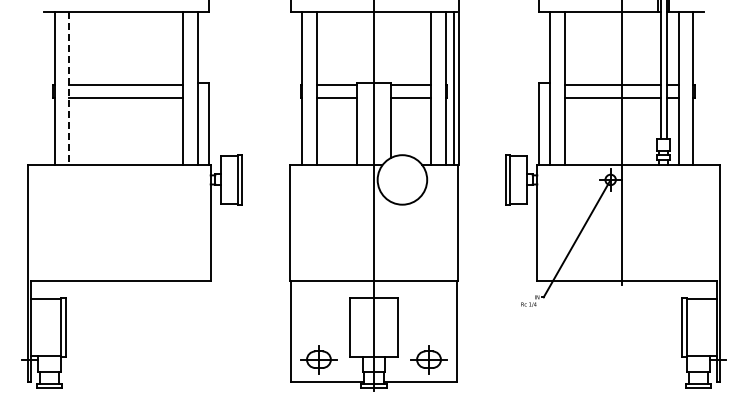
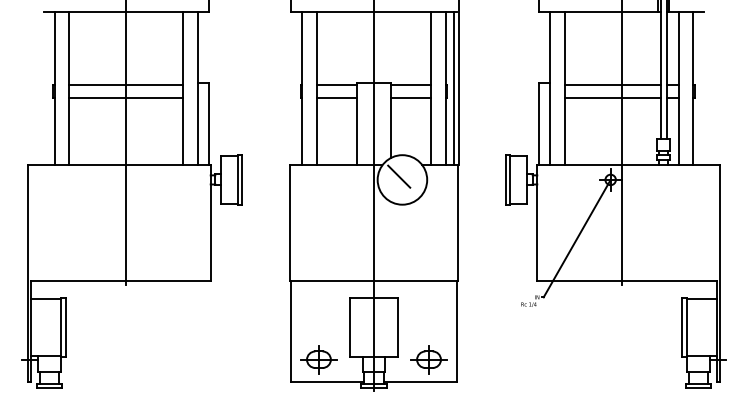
line at (69, 88): dashed -> solid
line at (126, 143): none -> present
line at (399, 176): none -> present
